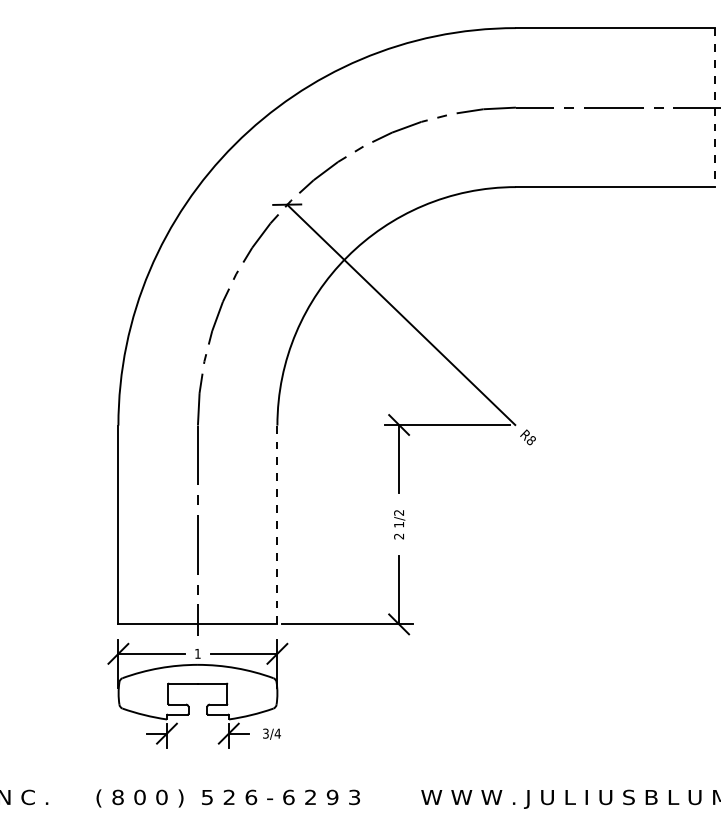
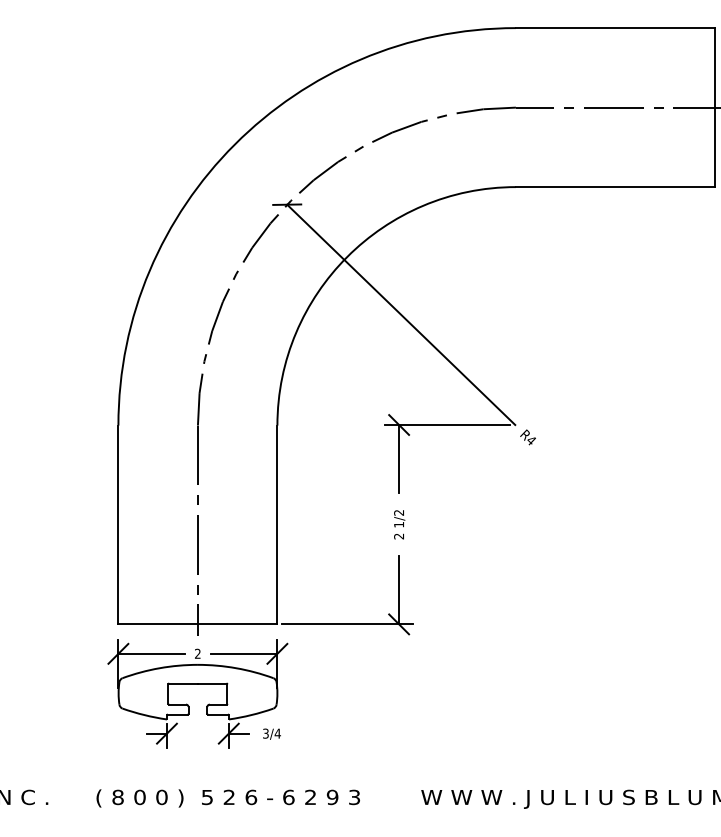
line at (714, 108): dashed -> solid
text at (530, 440): R8 -> R4
line at (277, 525): dashed -> solid
text at (197, 653): 1 -> 2
